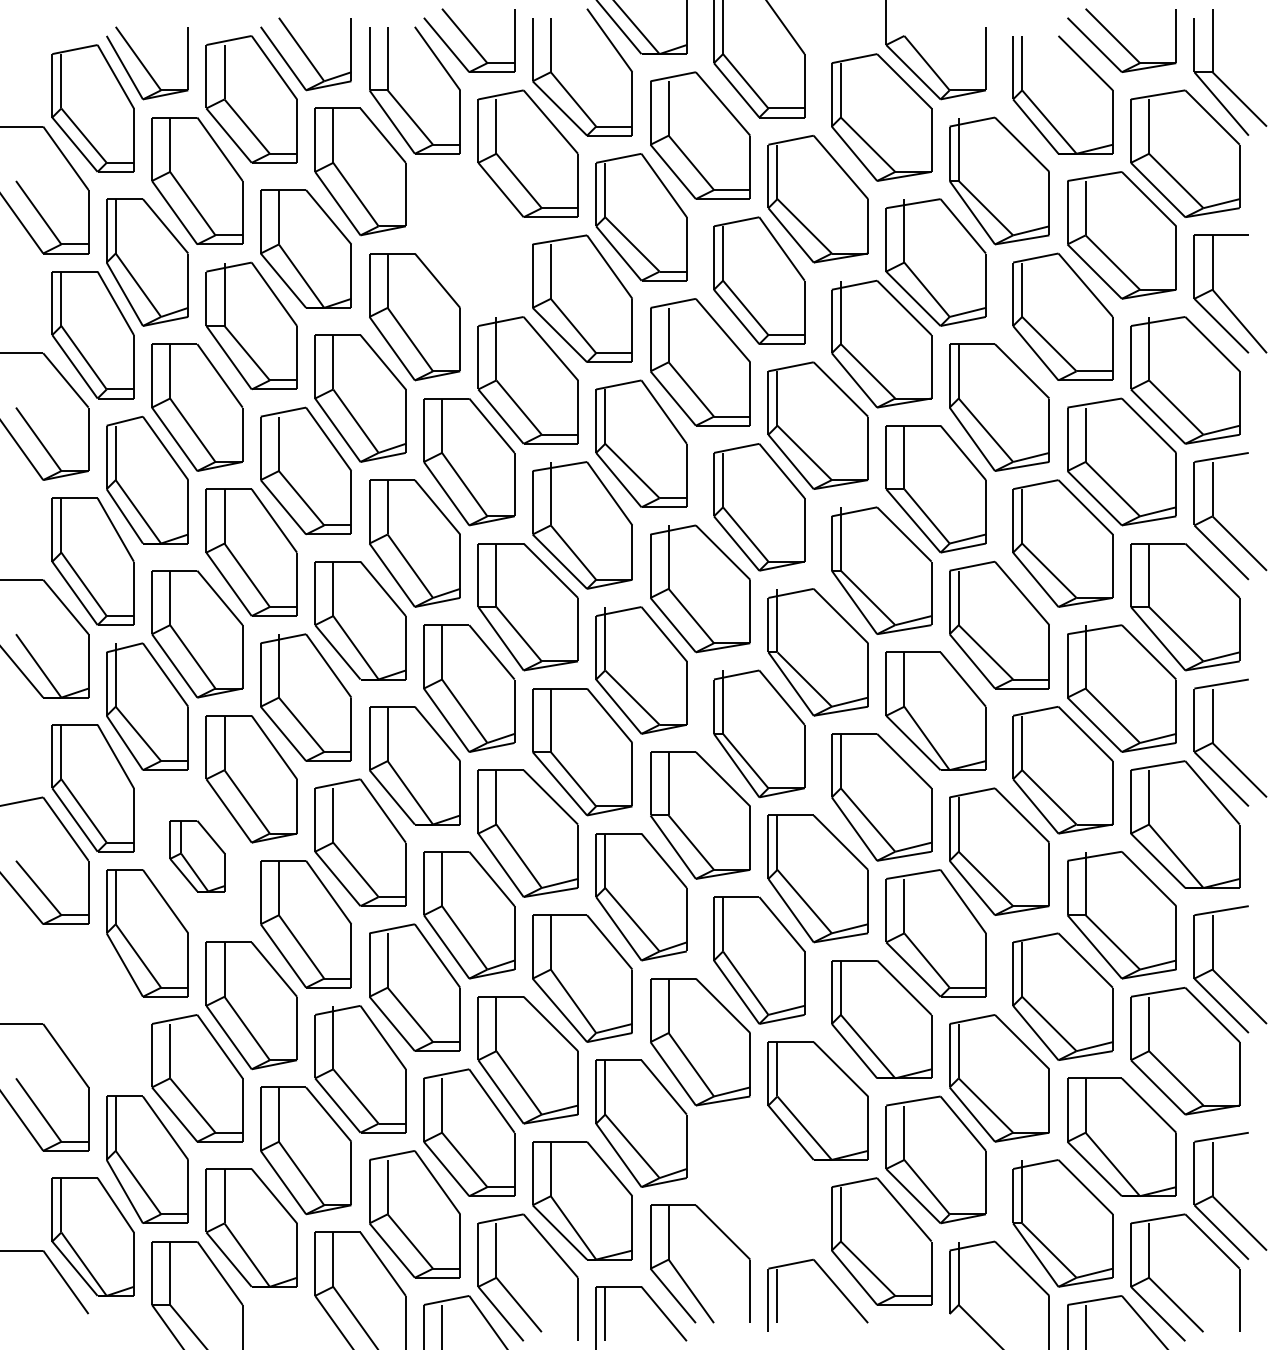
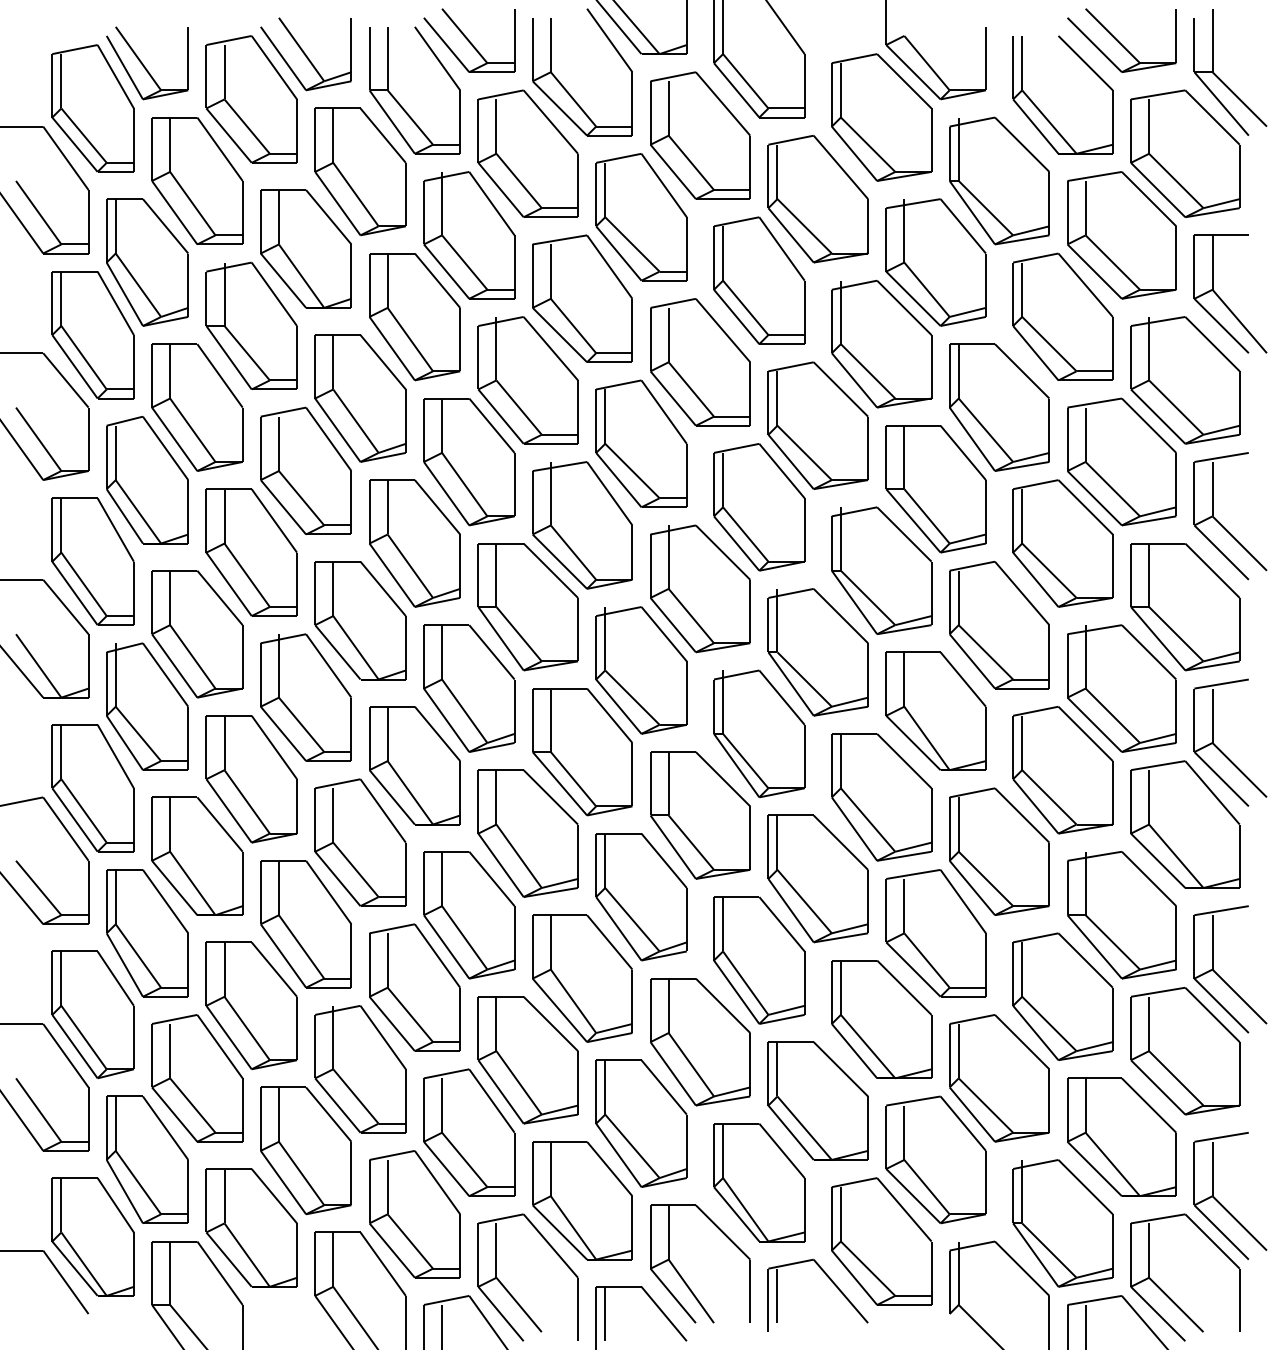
part at (469, 235): none -> present
part at (197, 856) size: 57x73 px -> 93x120 px
part at (92, 1014): none -> present
part at (759, 1182): none -> present
